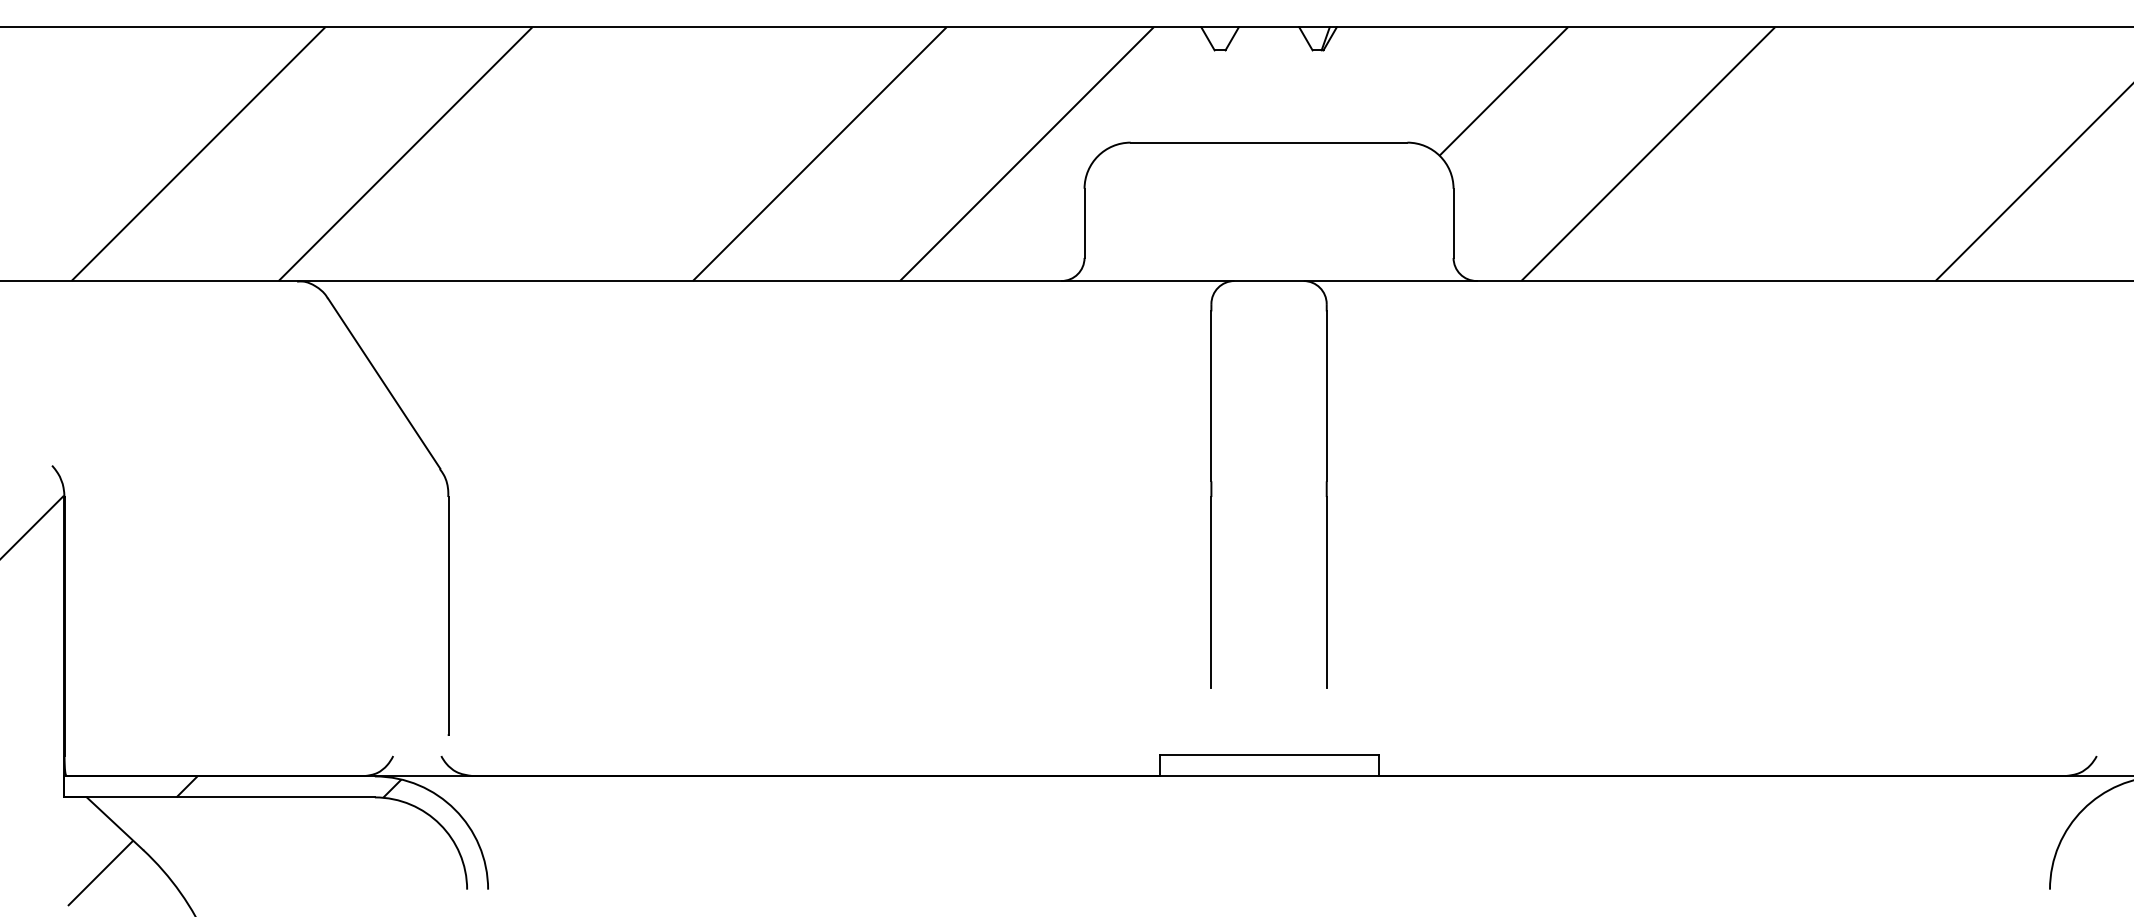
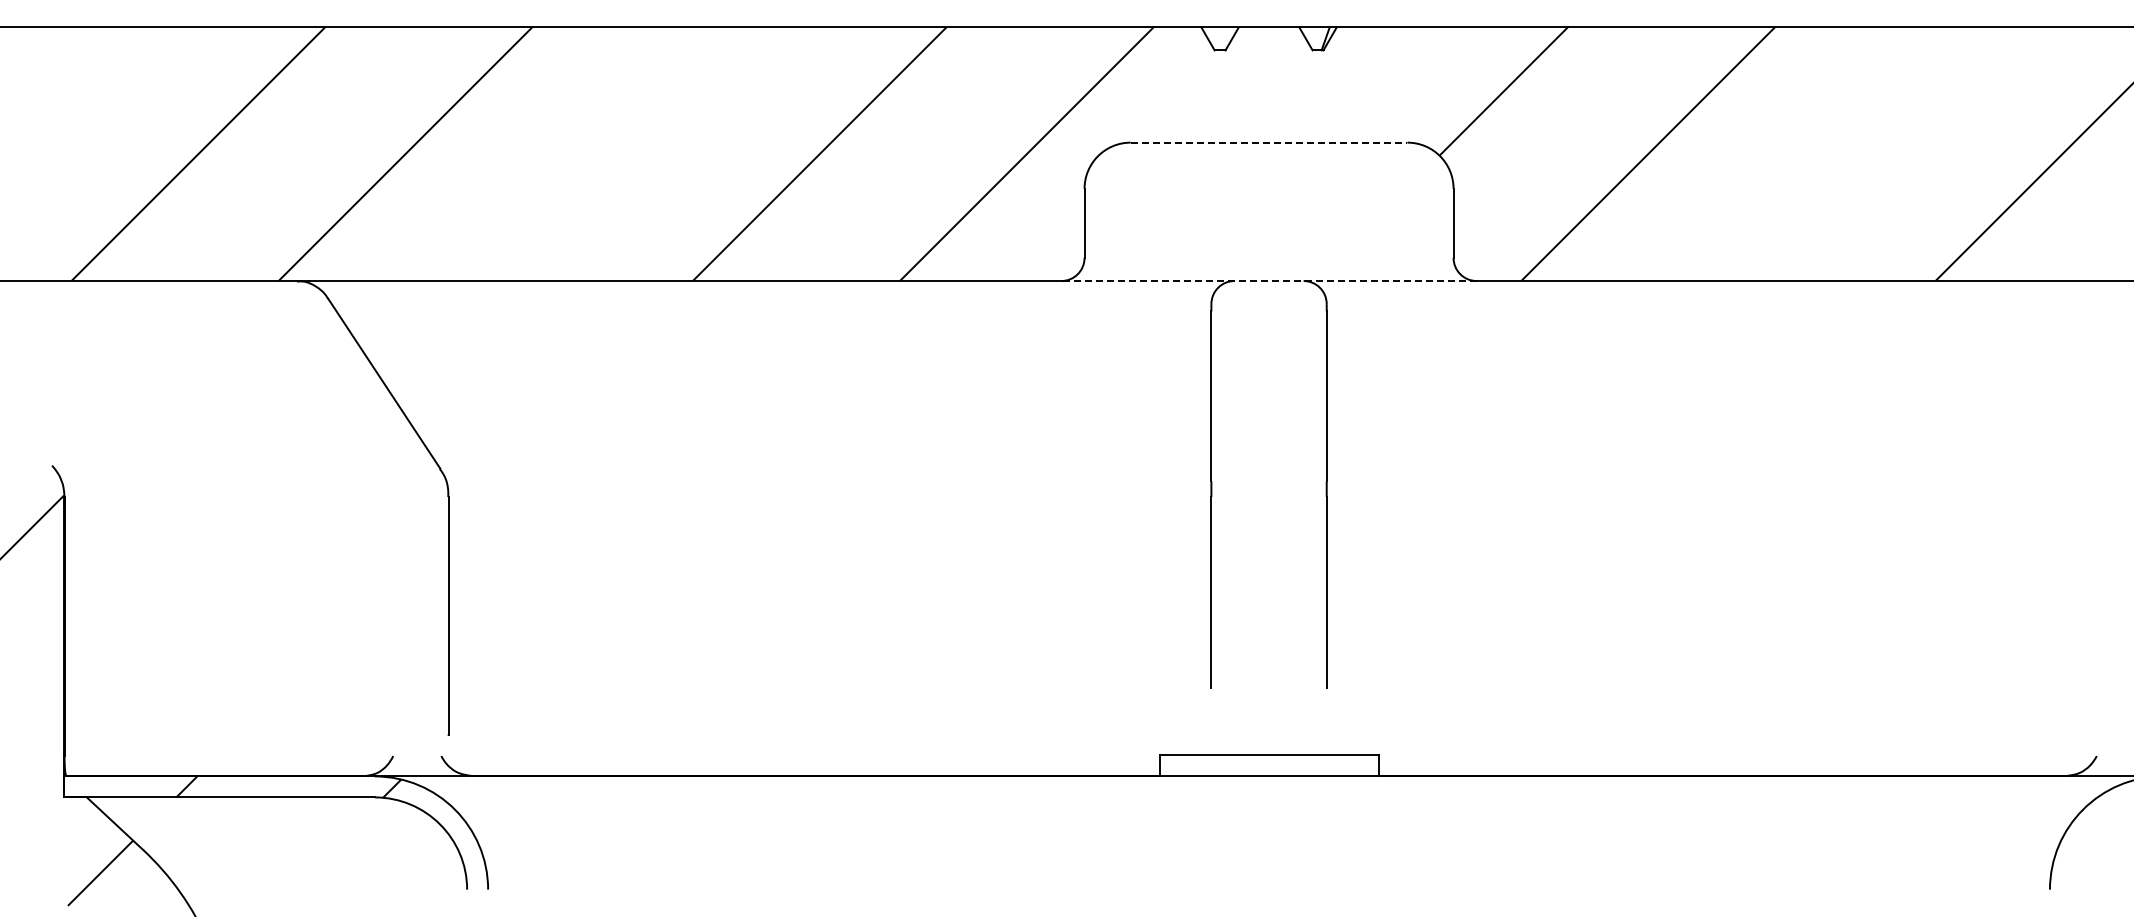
line at (1269, 142): solid -> dashed
line at (1269, 281): solid -> dashed
